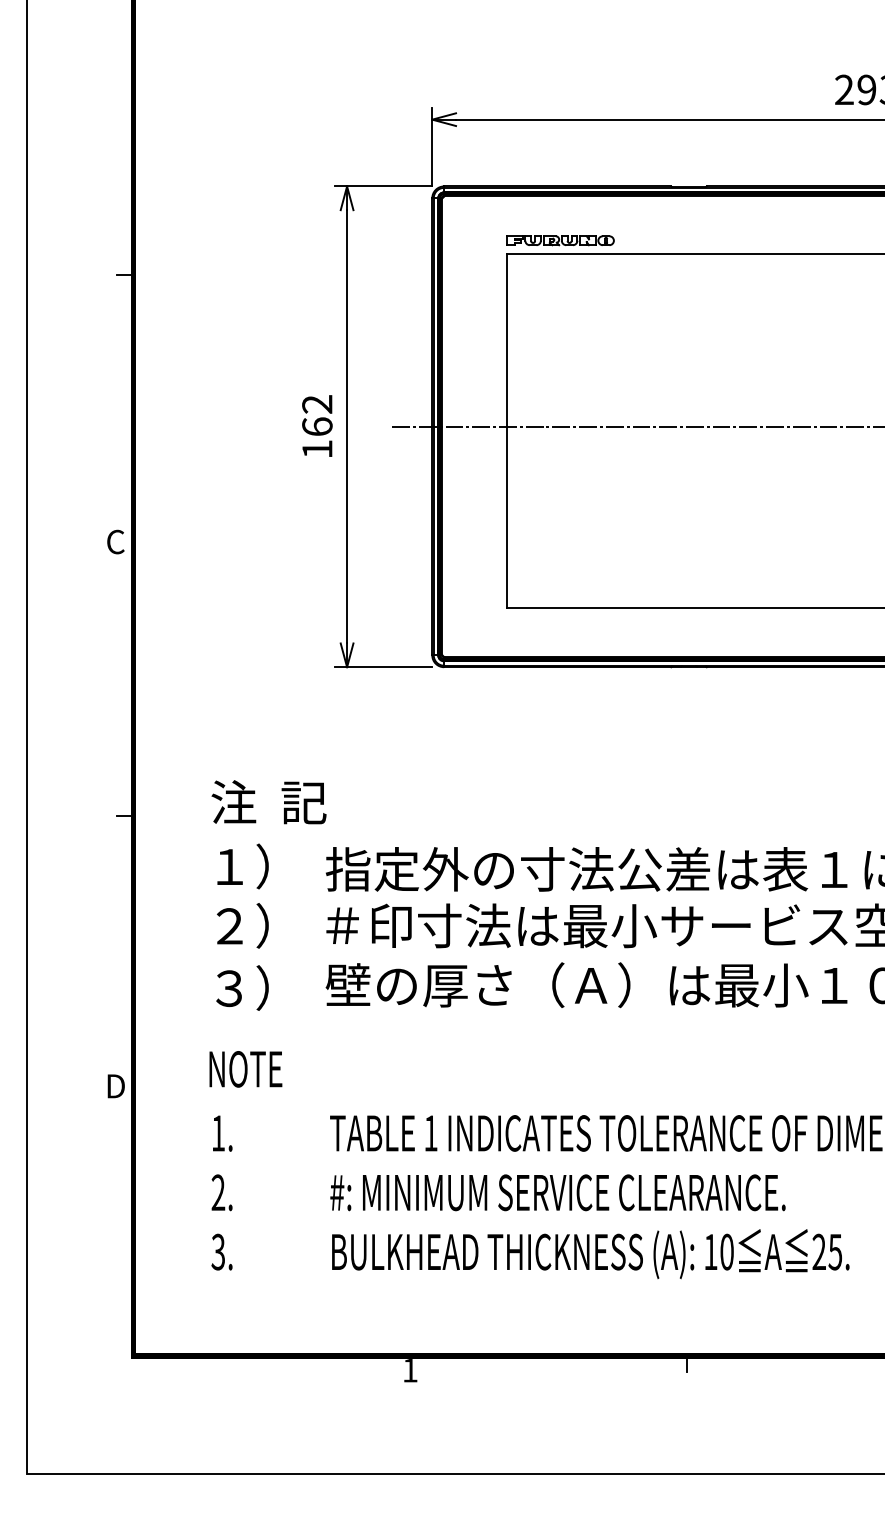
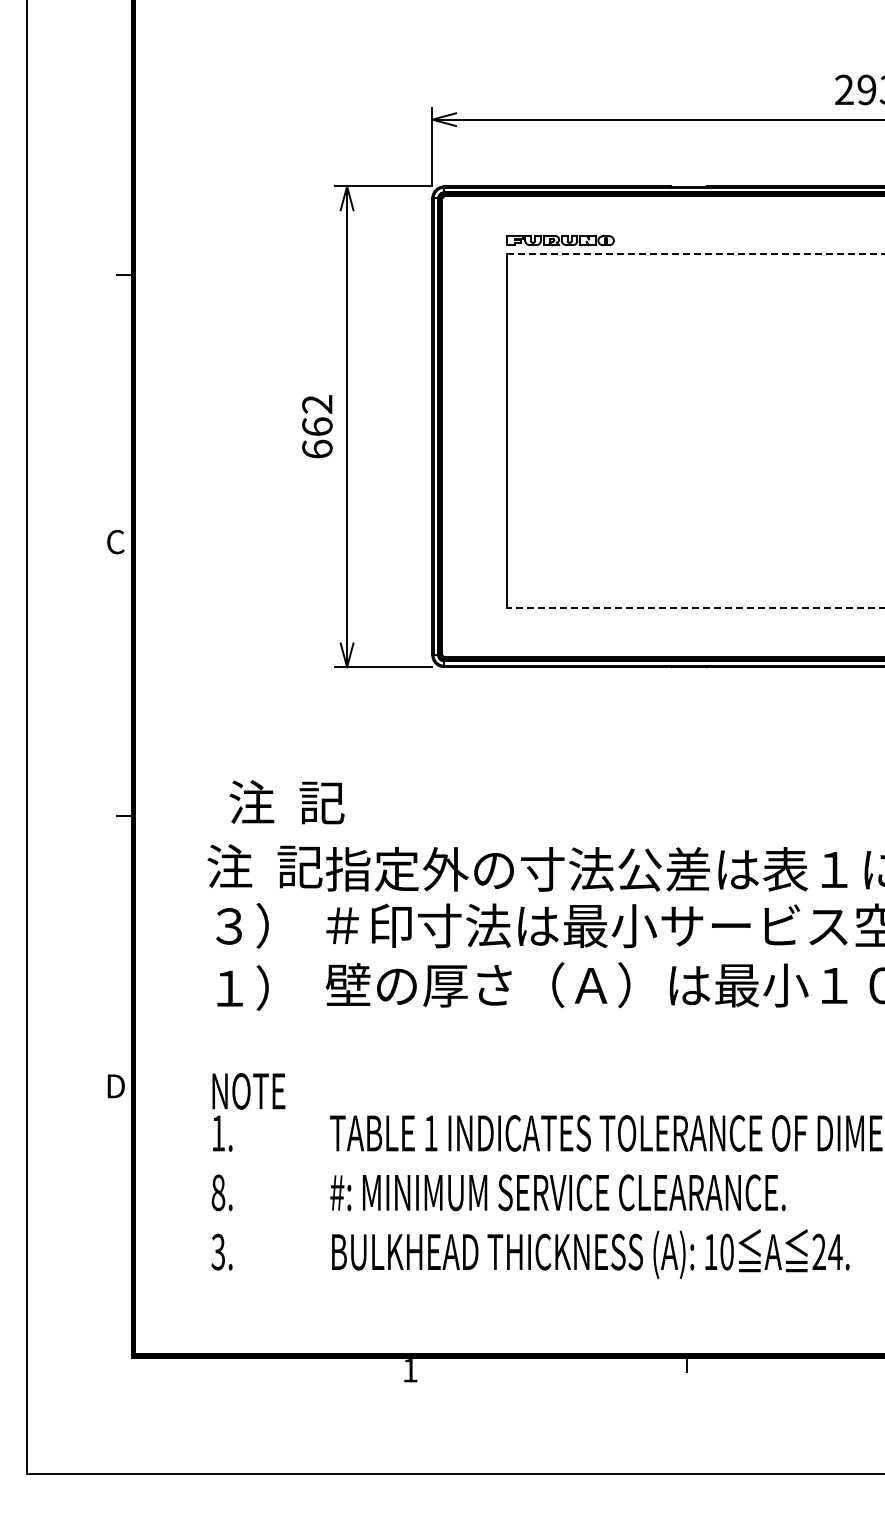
line at (695, 254): solid -> dashed
line at (636, 426): present -> none
text at (317, 448): 162 -> 662
line at (695, 608): solid -> dashed
text at (268, 802) position: (268, 802) -> (286, 802)
text at (264, 866): １） -> 注  記
text at (229, 926): ２） -> ３）
text at (229, 988): ３） -> １）
text at (245, 1069) position: (245, 1069) -> (248, 1091)
text at (218, 1192): 2. -> 8.
text at (835, 1252): 25. -> 24.
